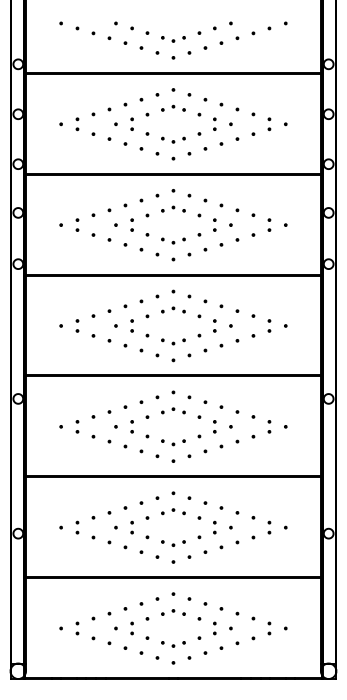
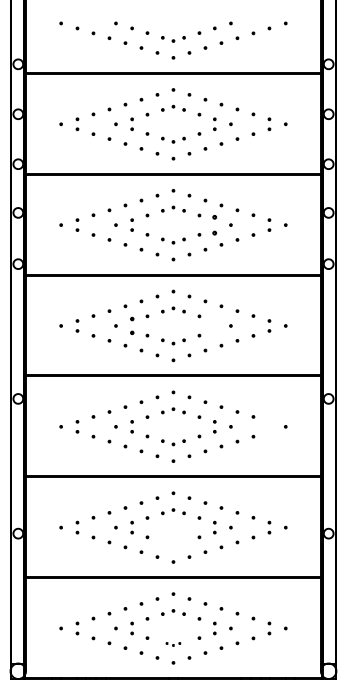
part at (214, 224) size: 4x14 px -> 5x21 px
part at (131, 325) size: 4x14 px -> 5x19 px
part at (214, 325): present -> none
part at (269, 426): present -> none
part at (173, 543): present -> none
part at (173, 644) size: 25x7 px -> 17x5 px
